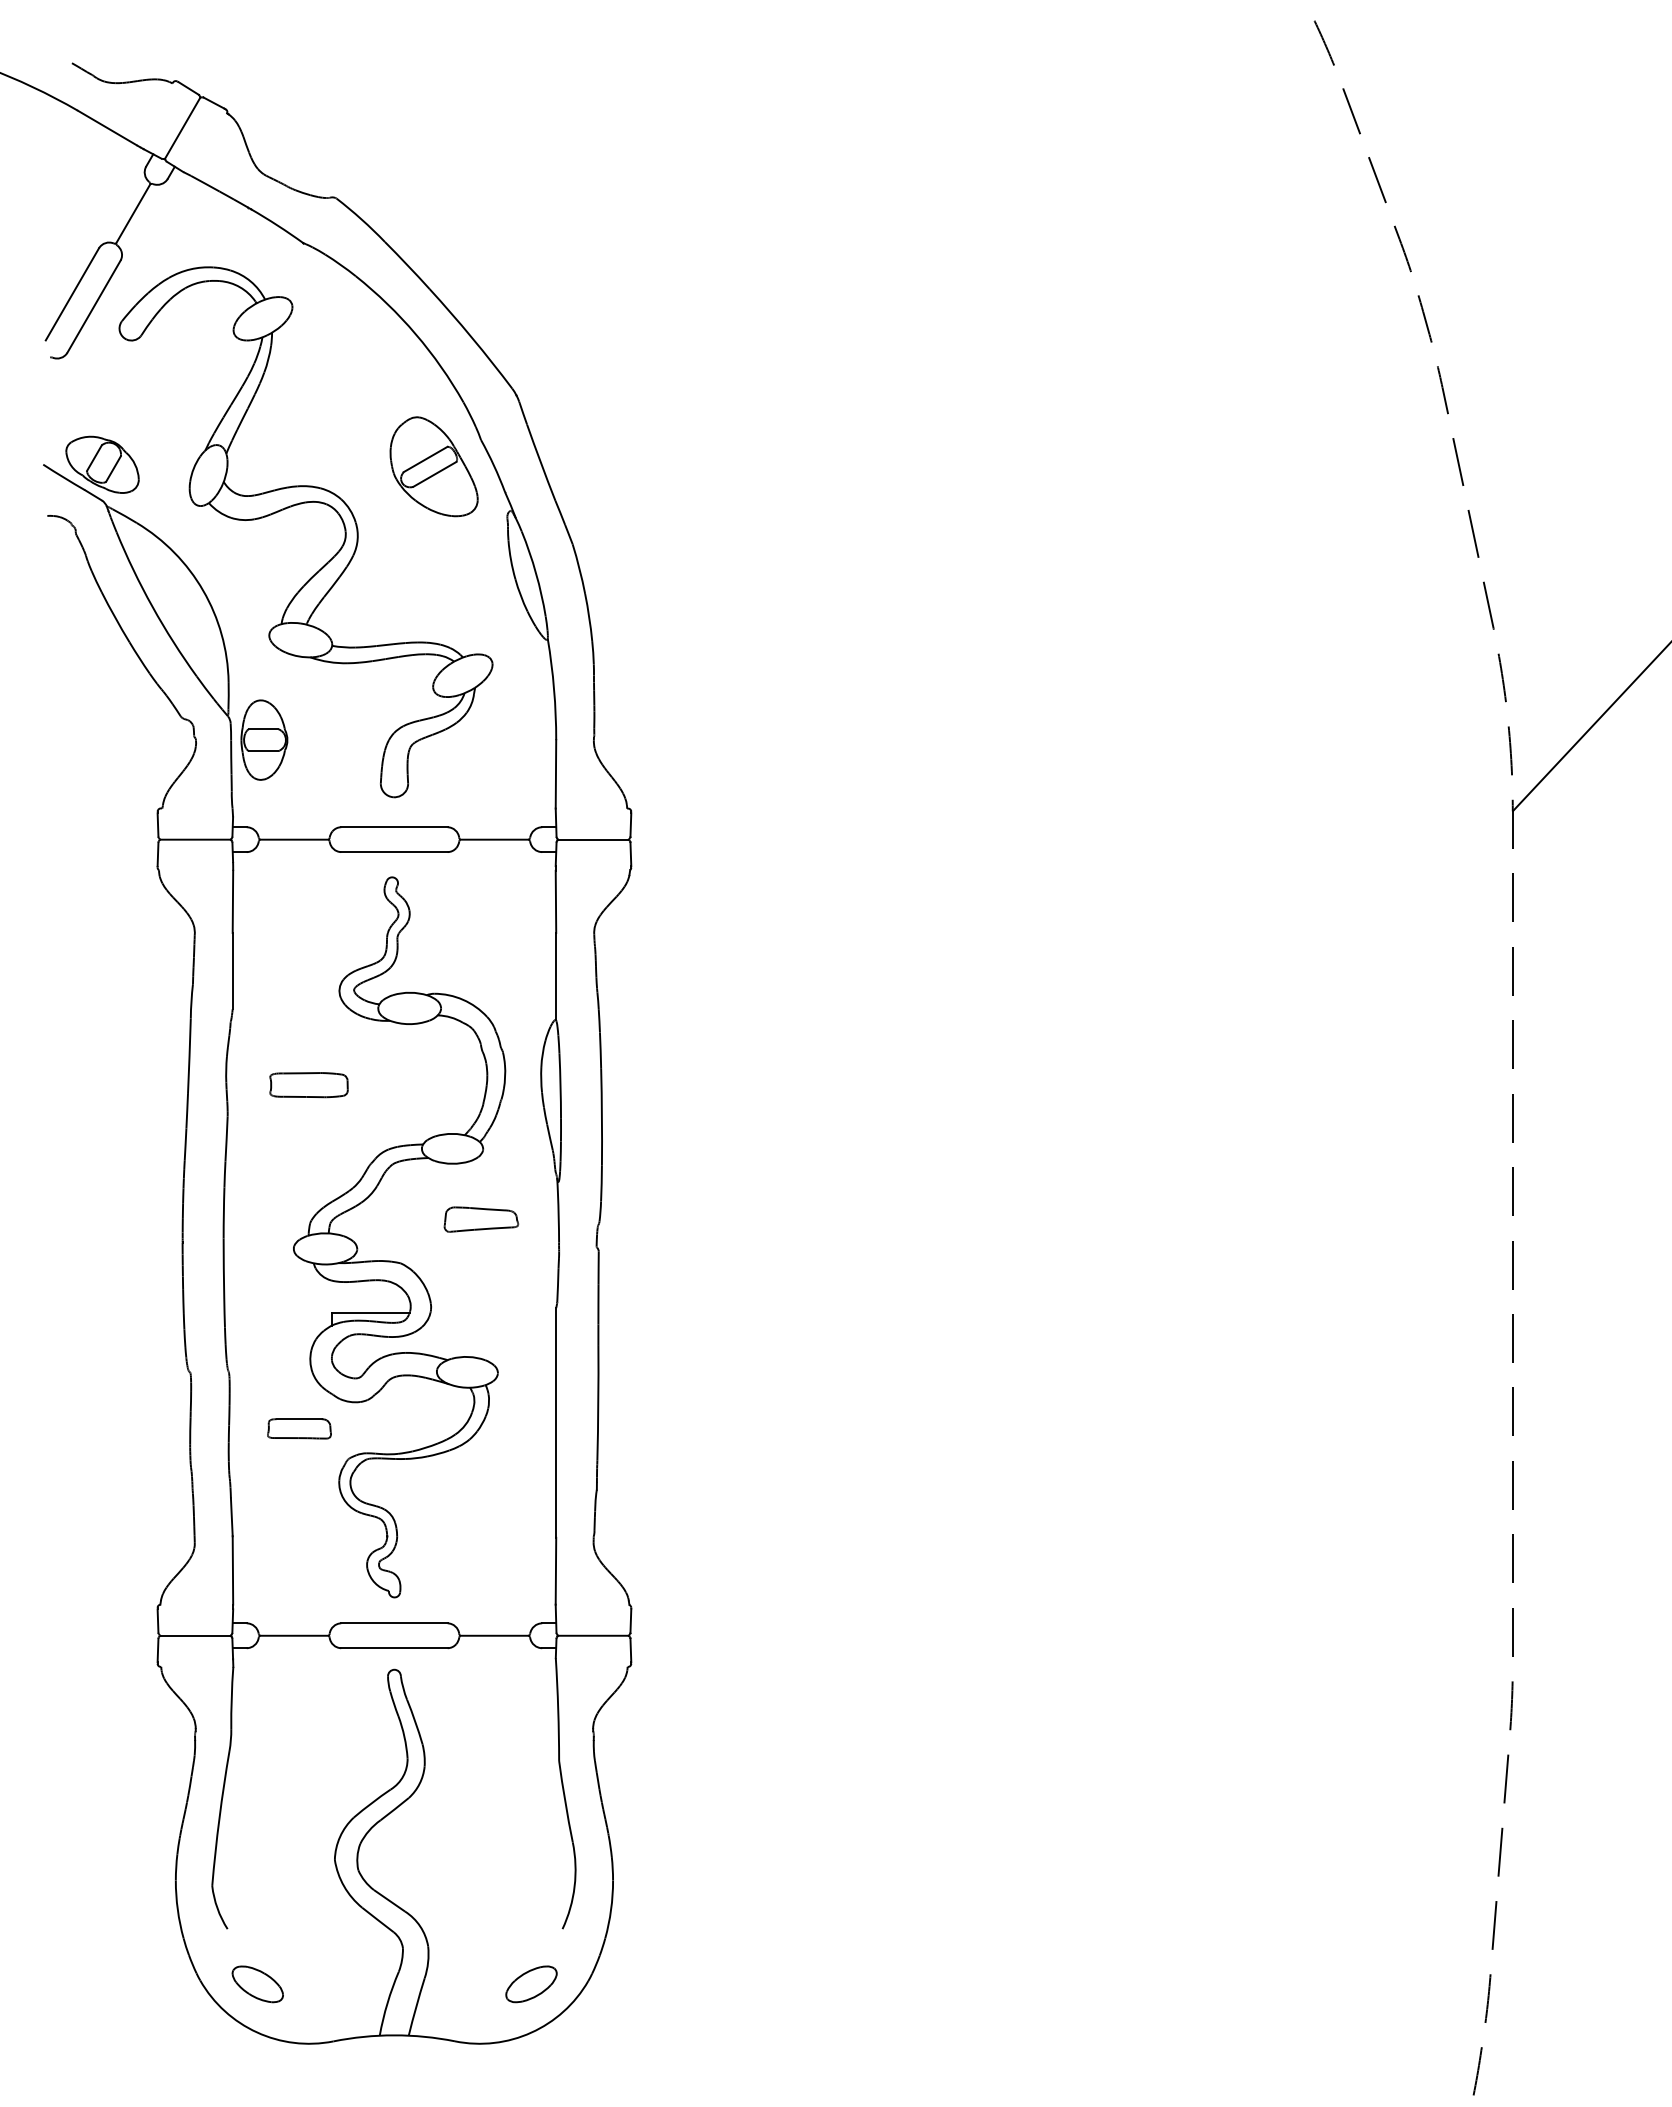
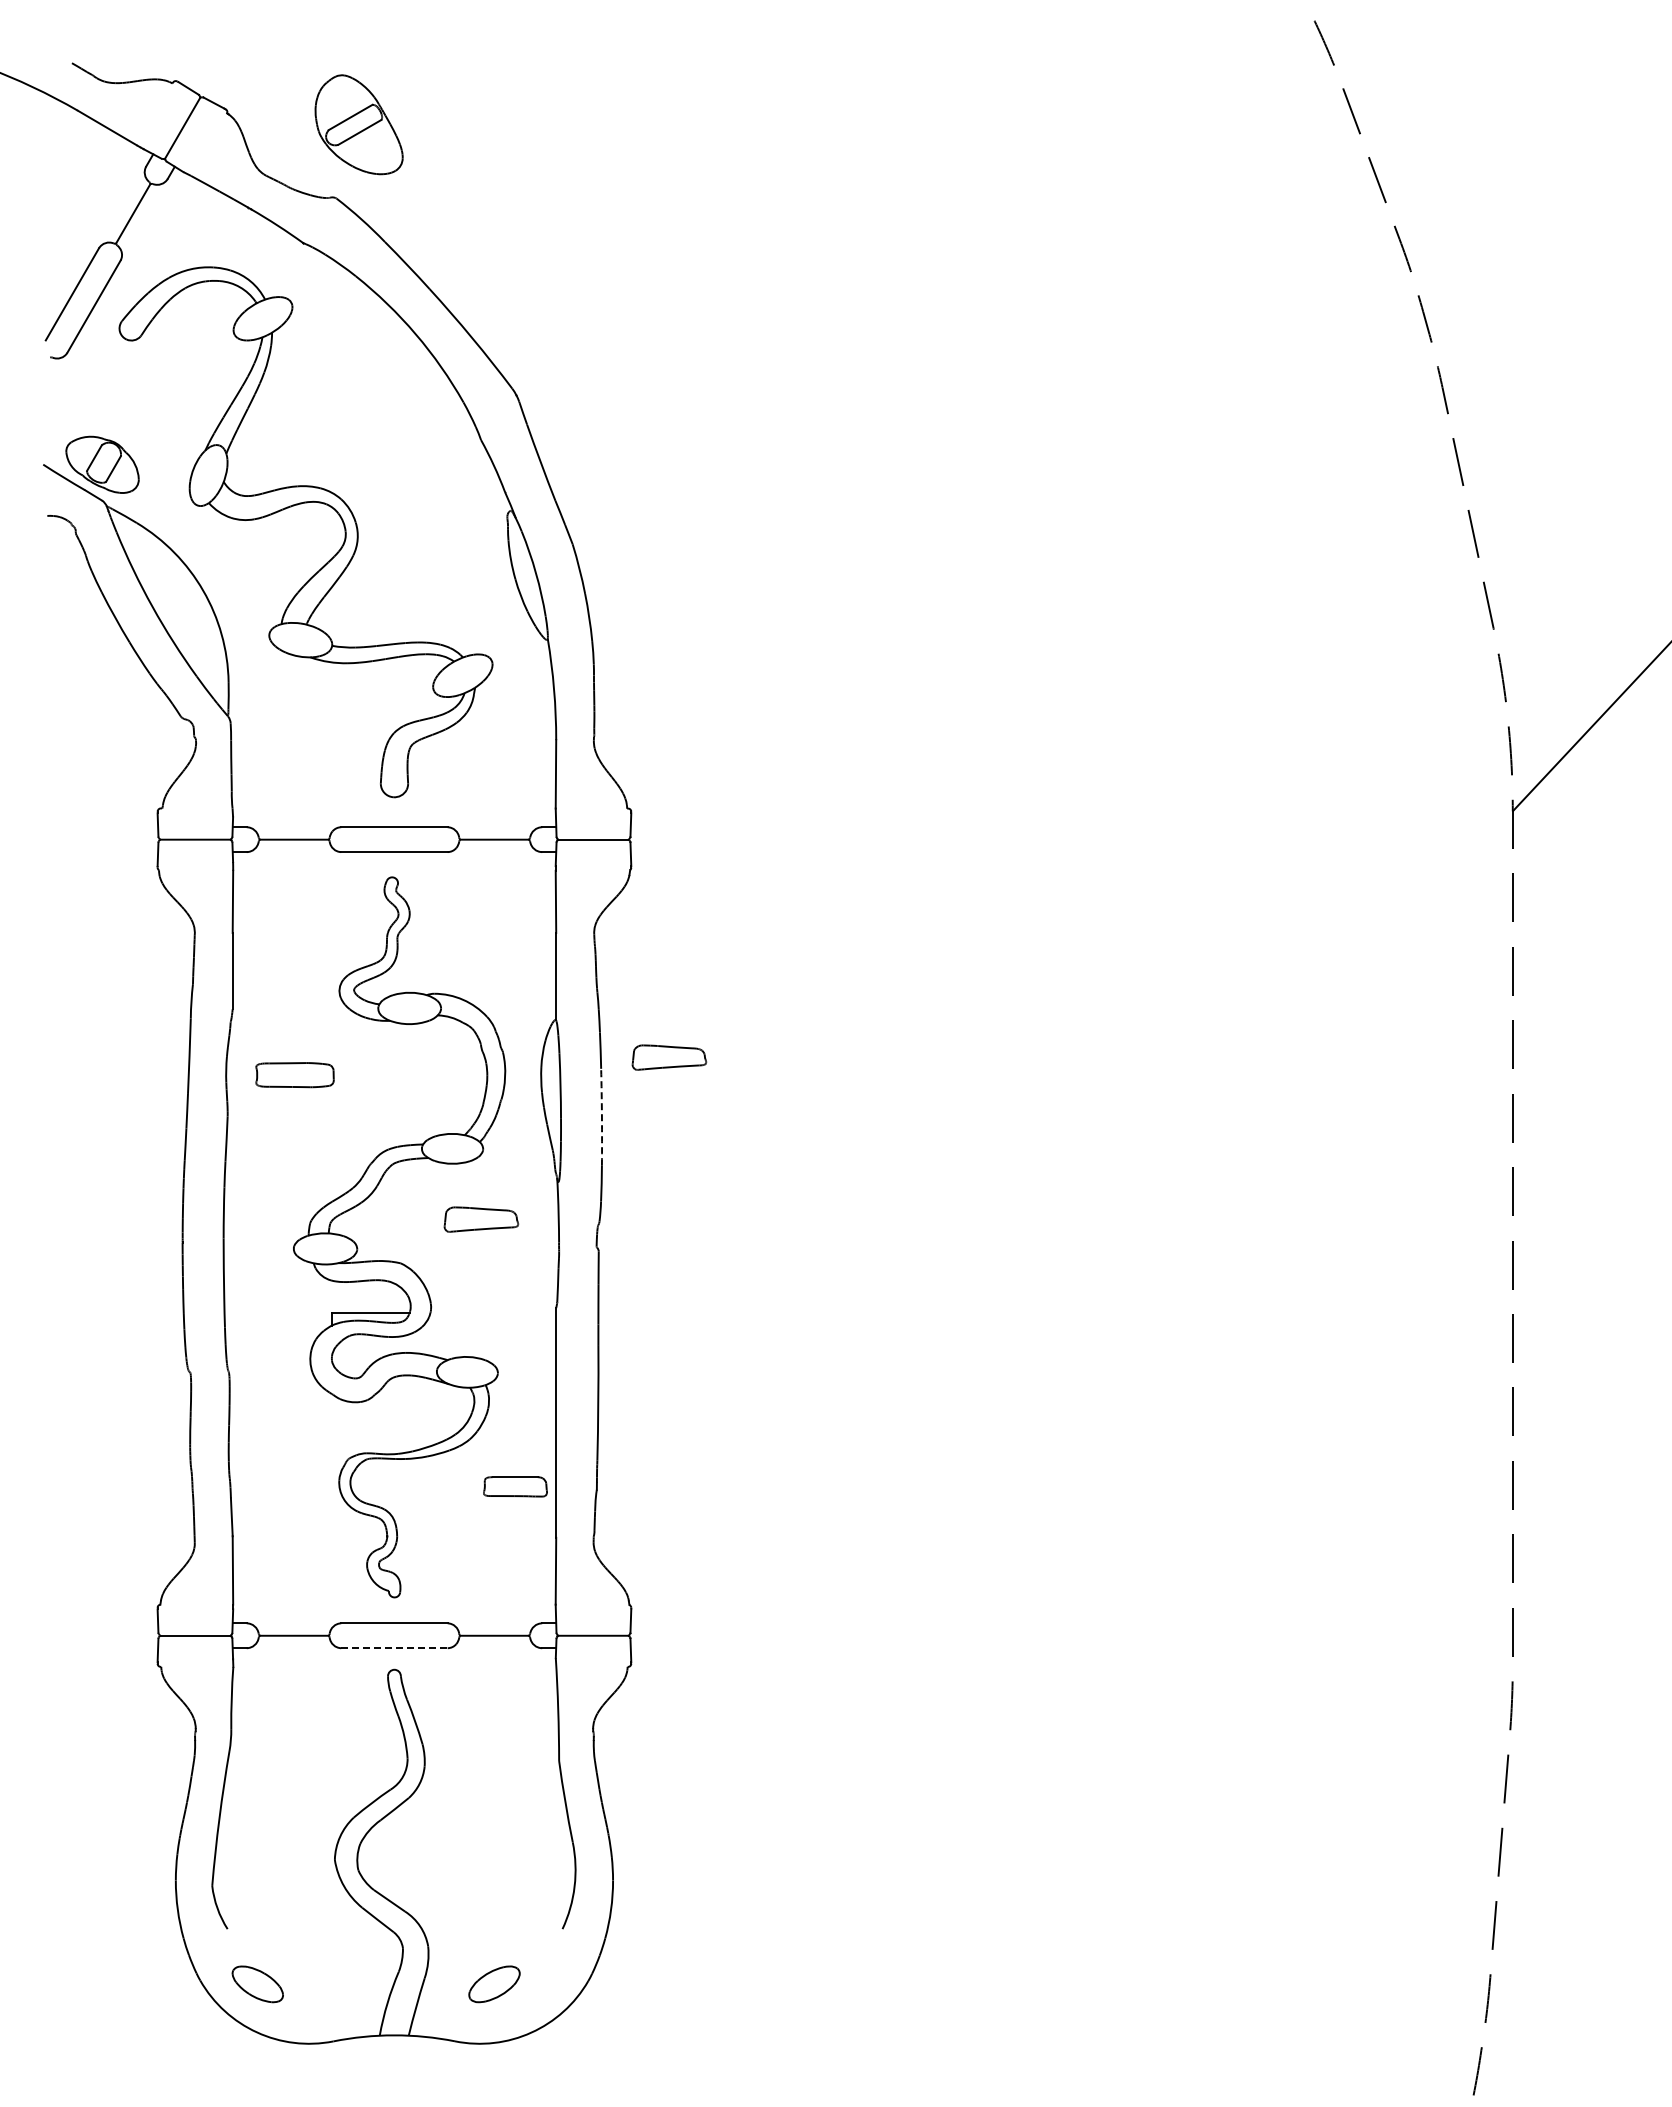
part at (433, 466) position: (433, 466) -> (358, 124)
part at (264, 739): present -> none
part at (669, 1057): none -> present
part at (308, 1085) position: (308, 1085) -> (294, 1075)
arc at (601, 1117): solid -> dashed
part at (299, 1428) position: (299, 1428) -> (515, 1486)
line at (394, 1648): solid -> dashed
part at (531, 1984) position: (531, 1984) -> (494, 1984)
